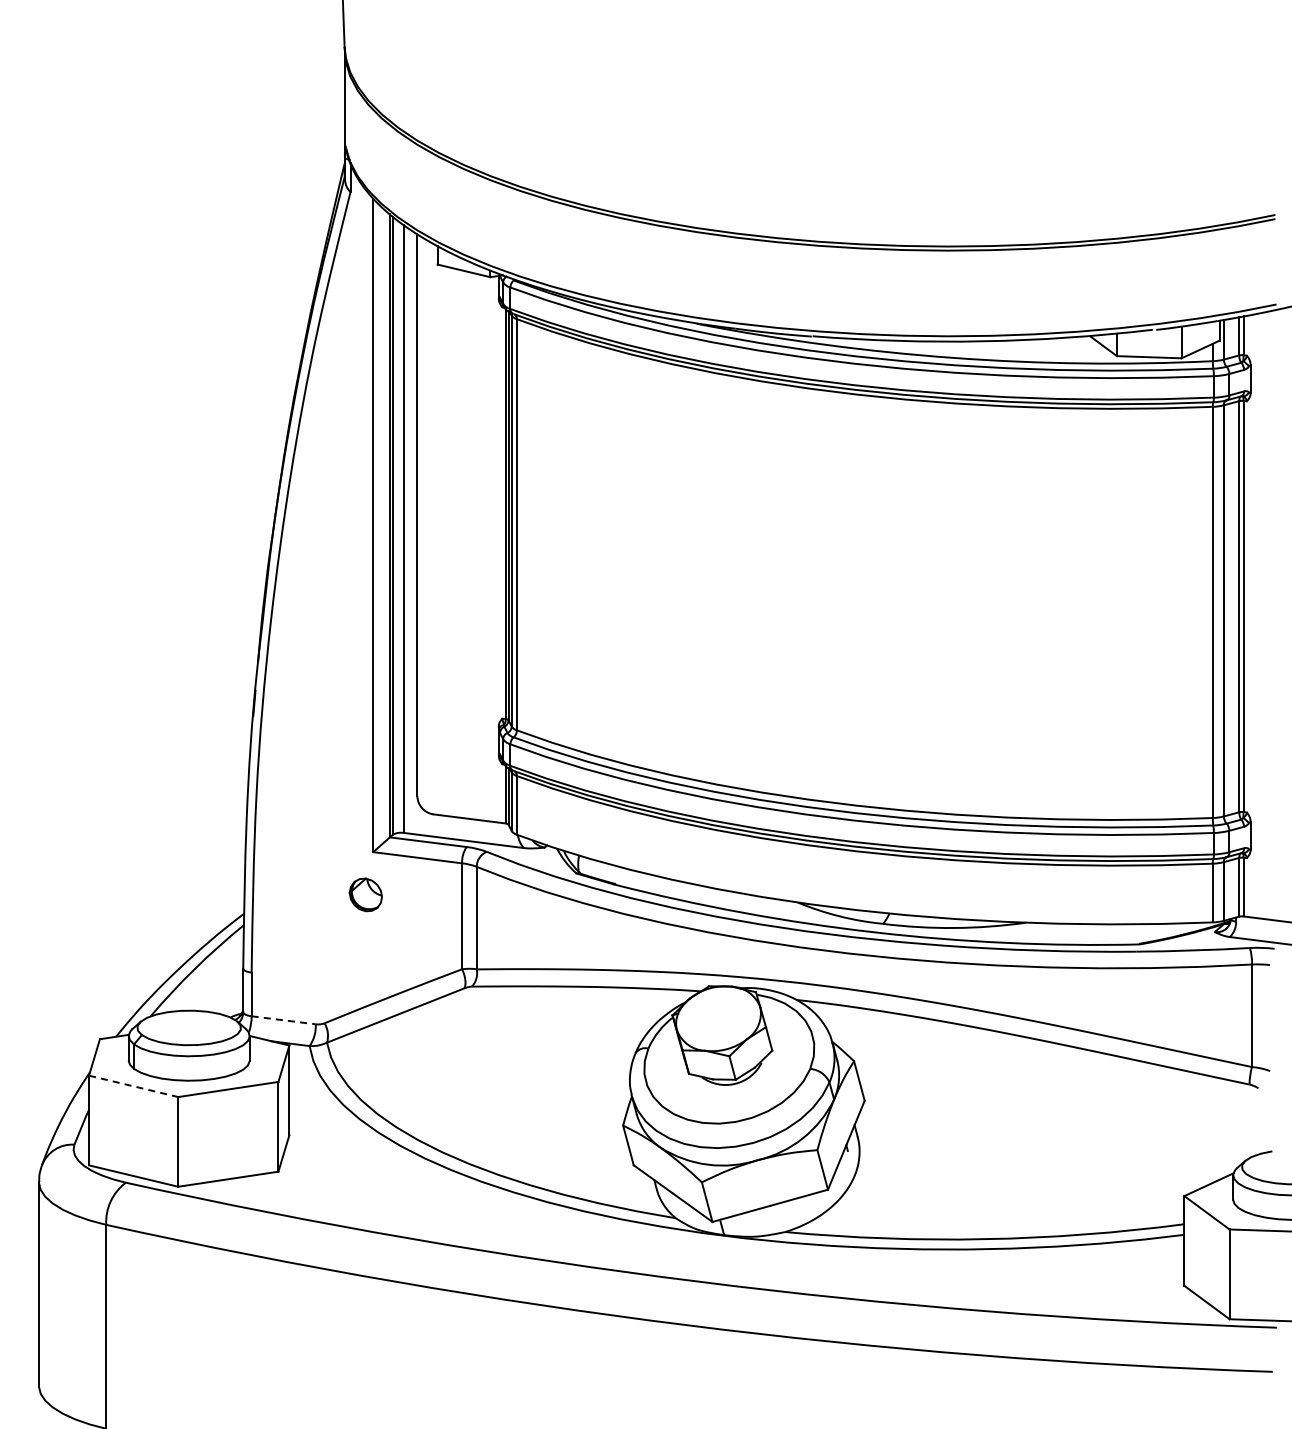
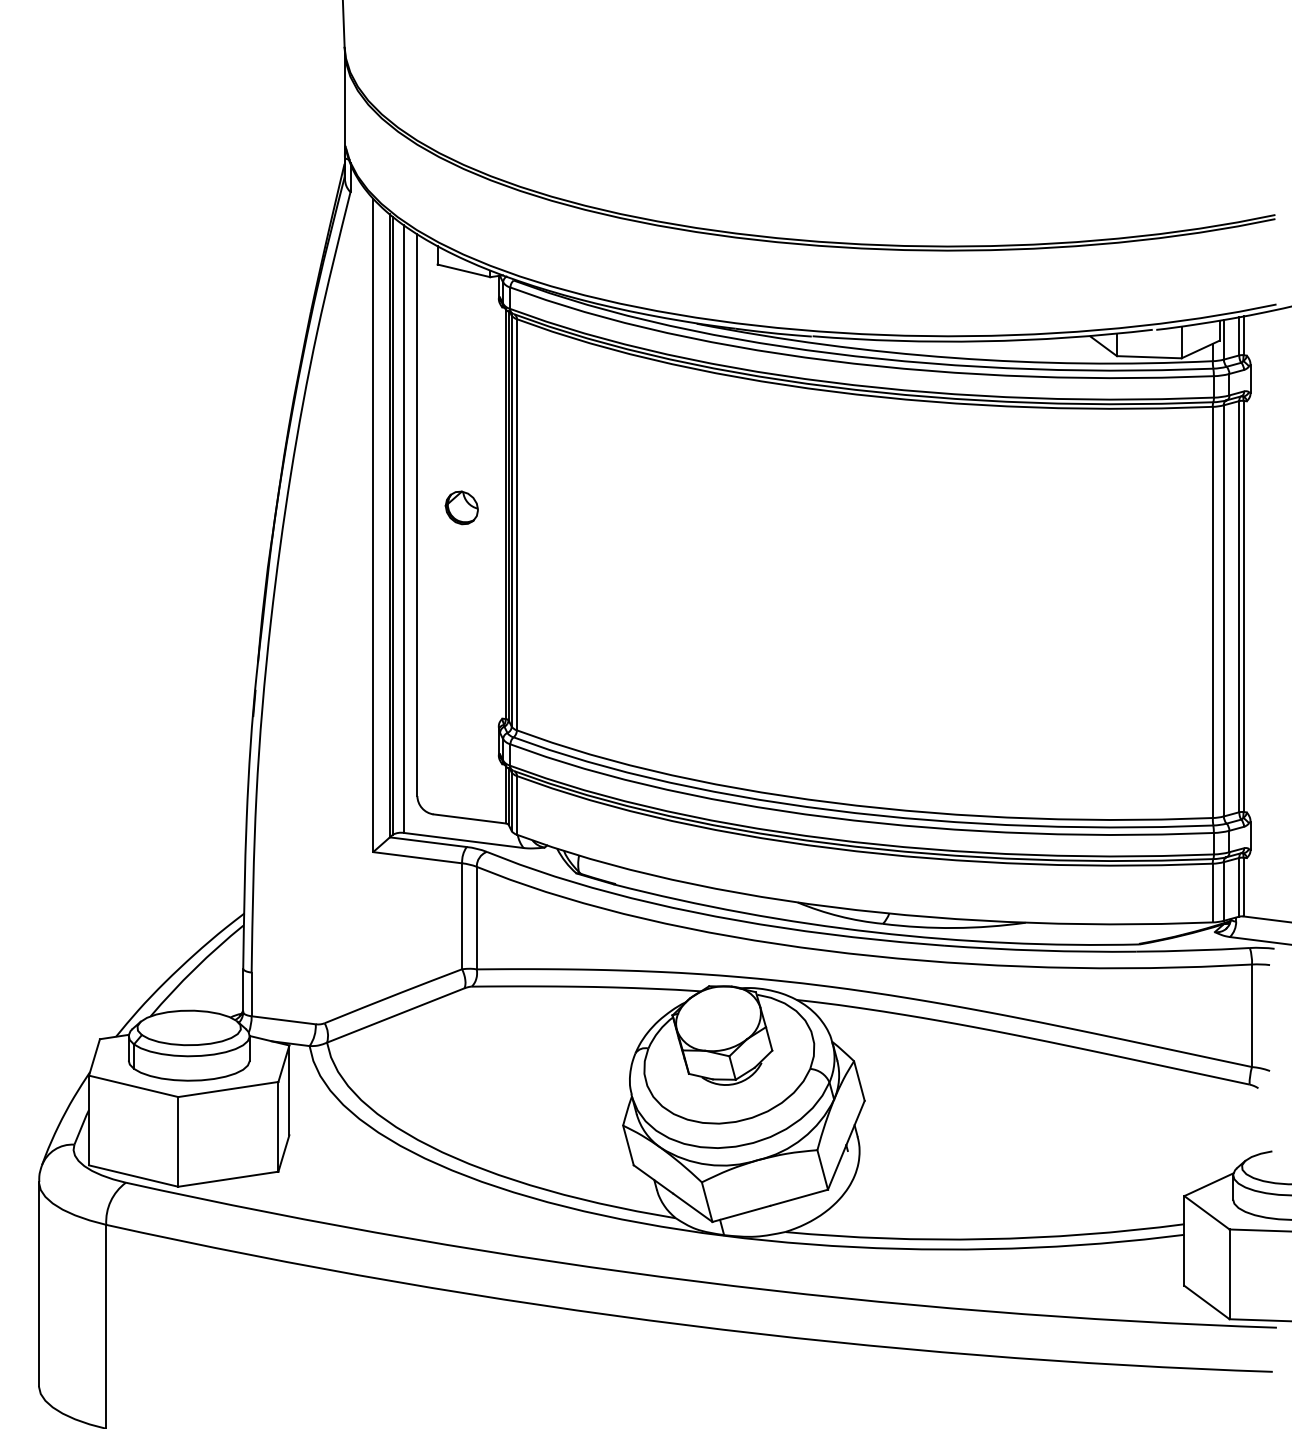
part at (365, 894) position: (365, 894) -> (461, 507)
line at (284, 1020): dashed -> solid
line at (133, 1086): dashed -> solid
